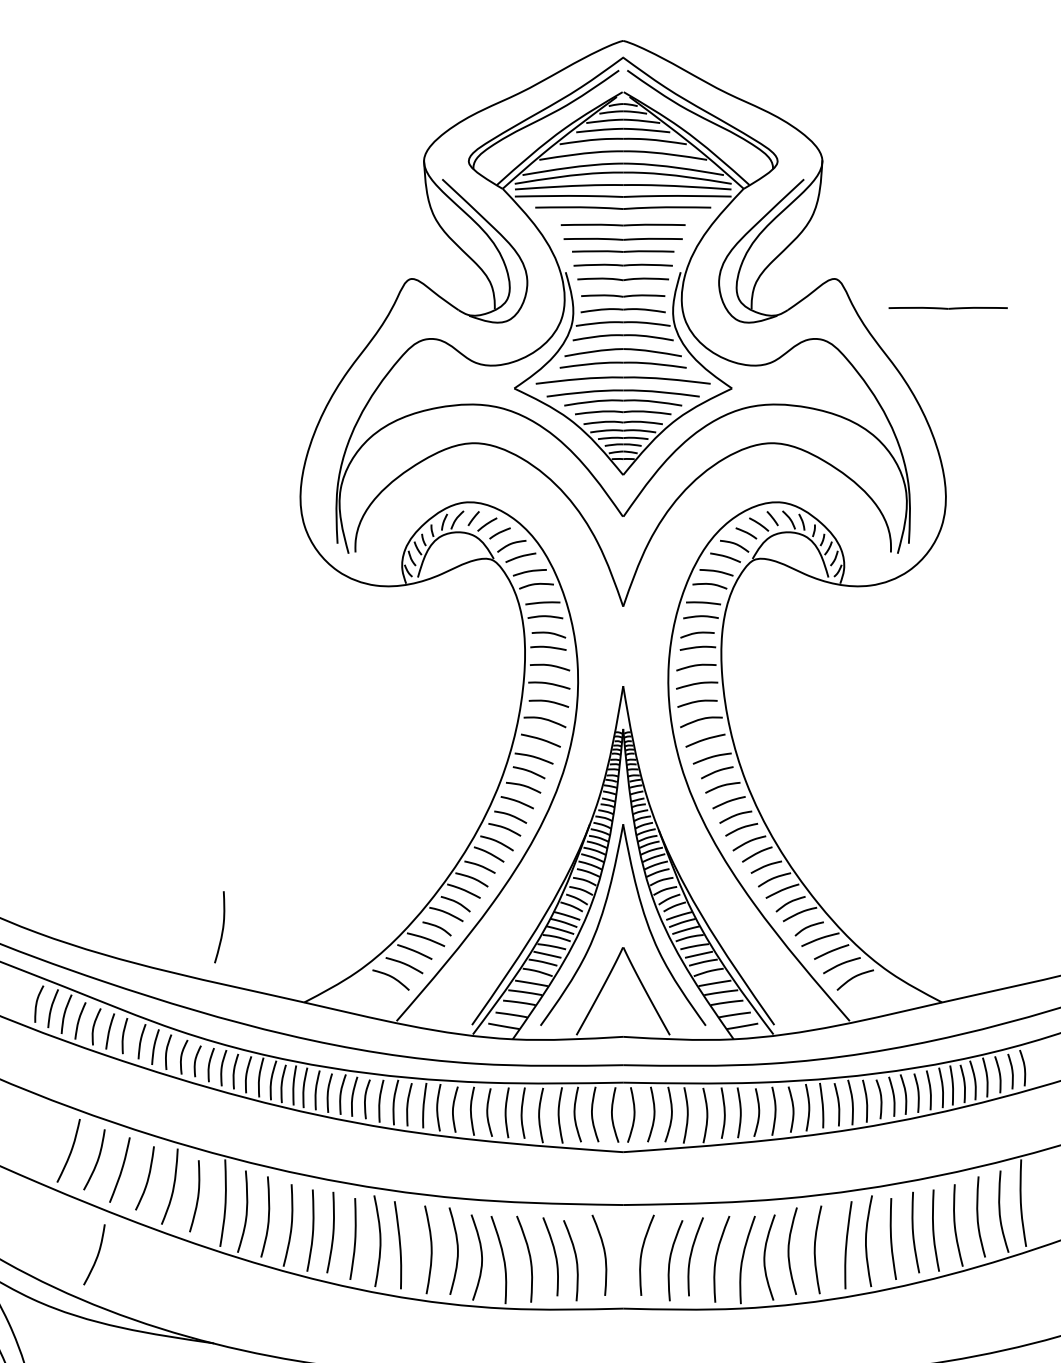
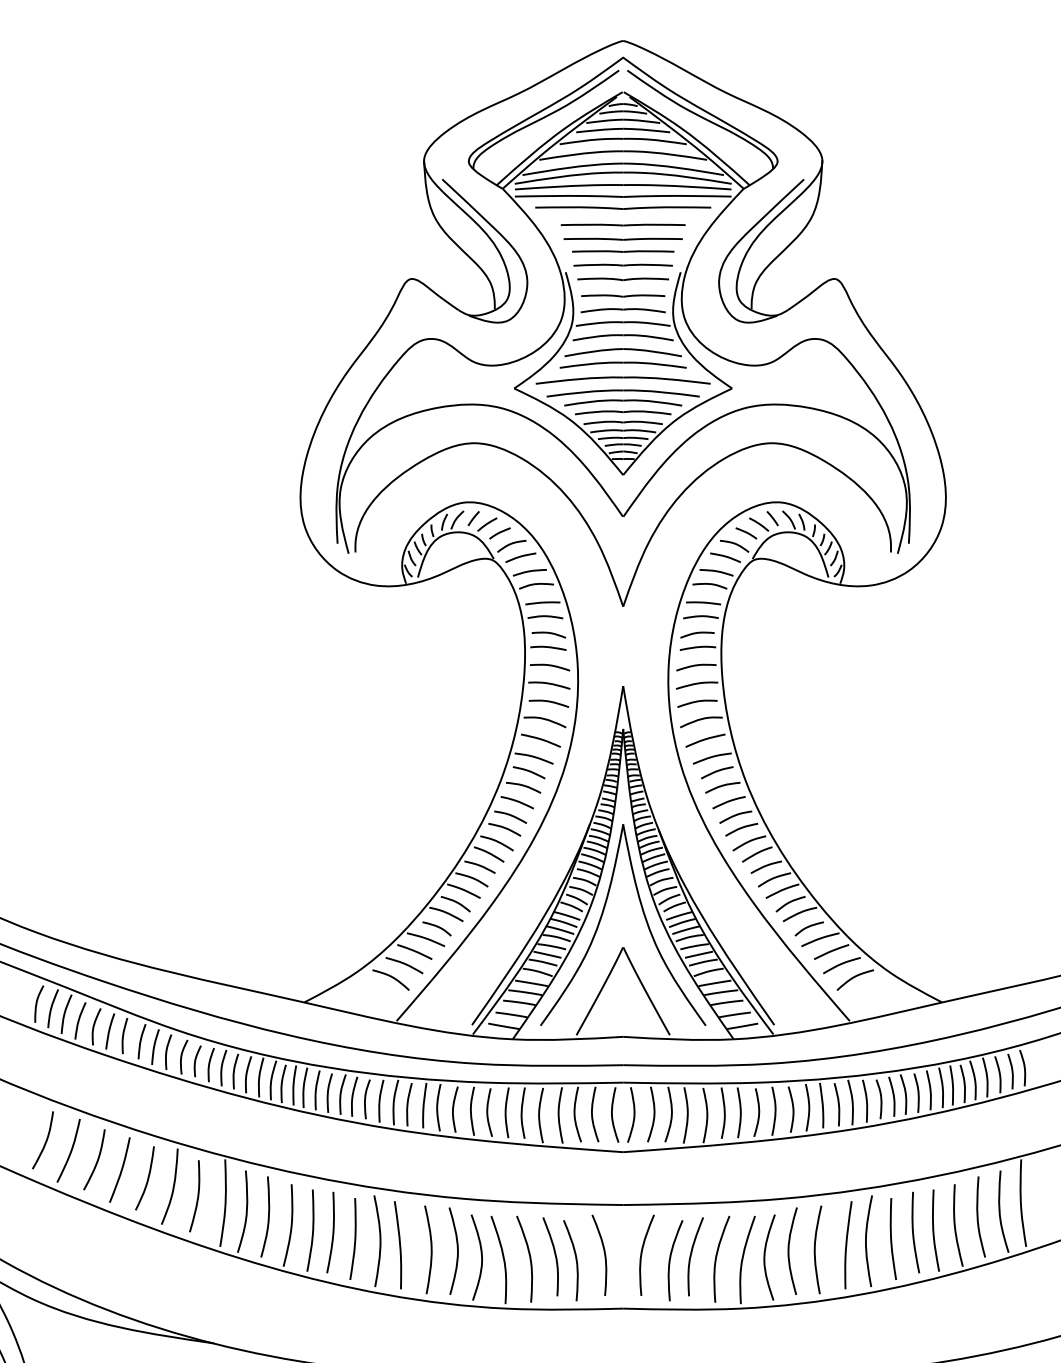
part at (947, 307): present -> none
curve at (222, 927): present -> none
curve at (45, 1140): none -> present
curve at (96, 1256): present -> none
